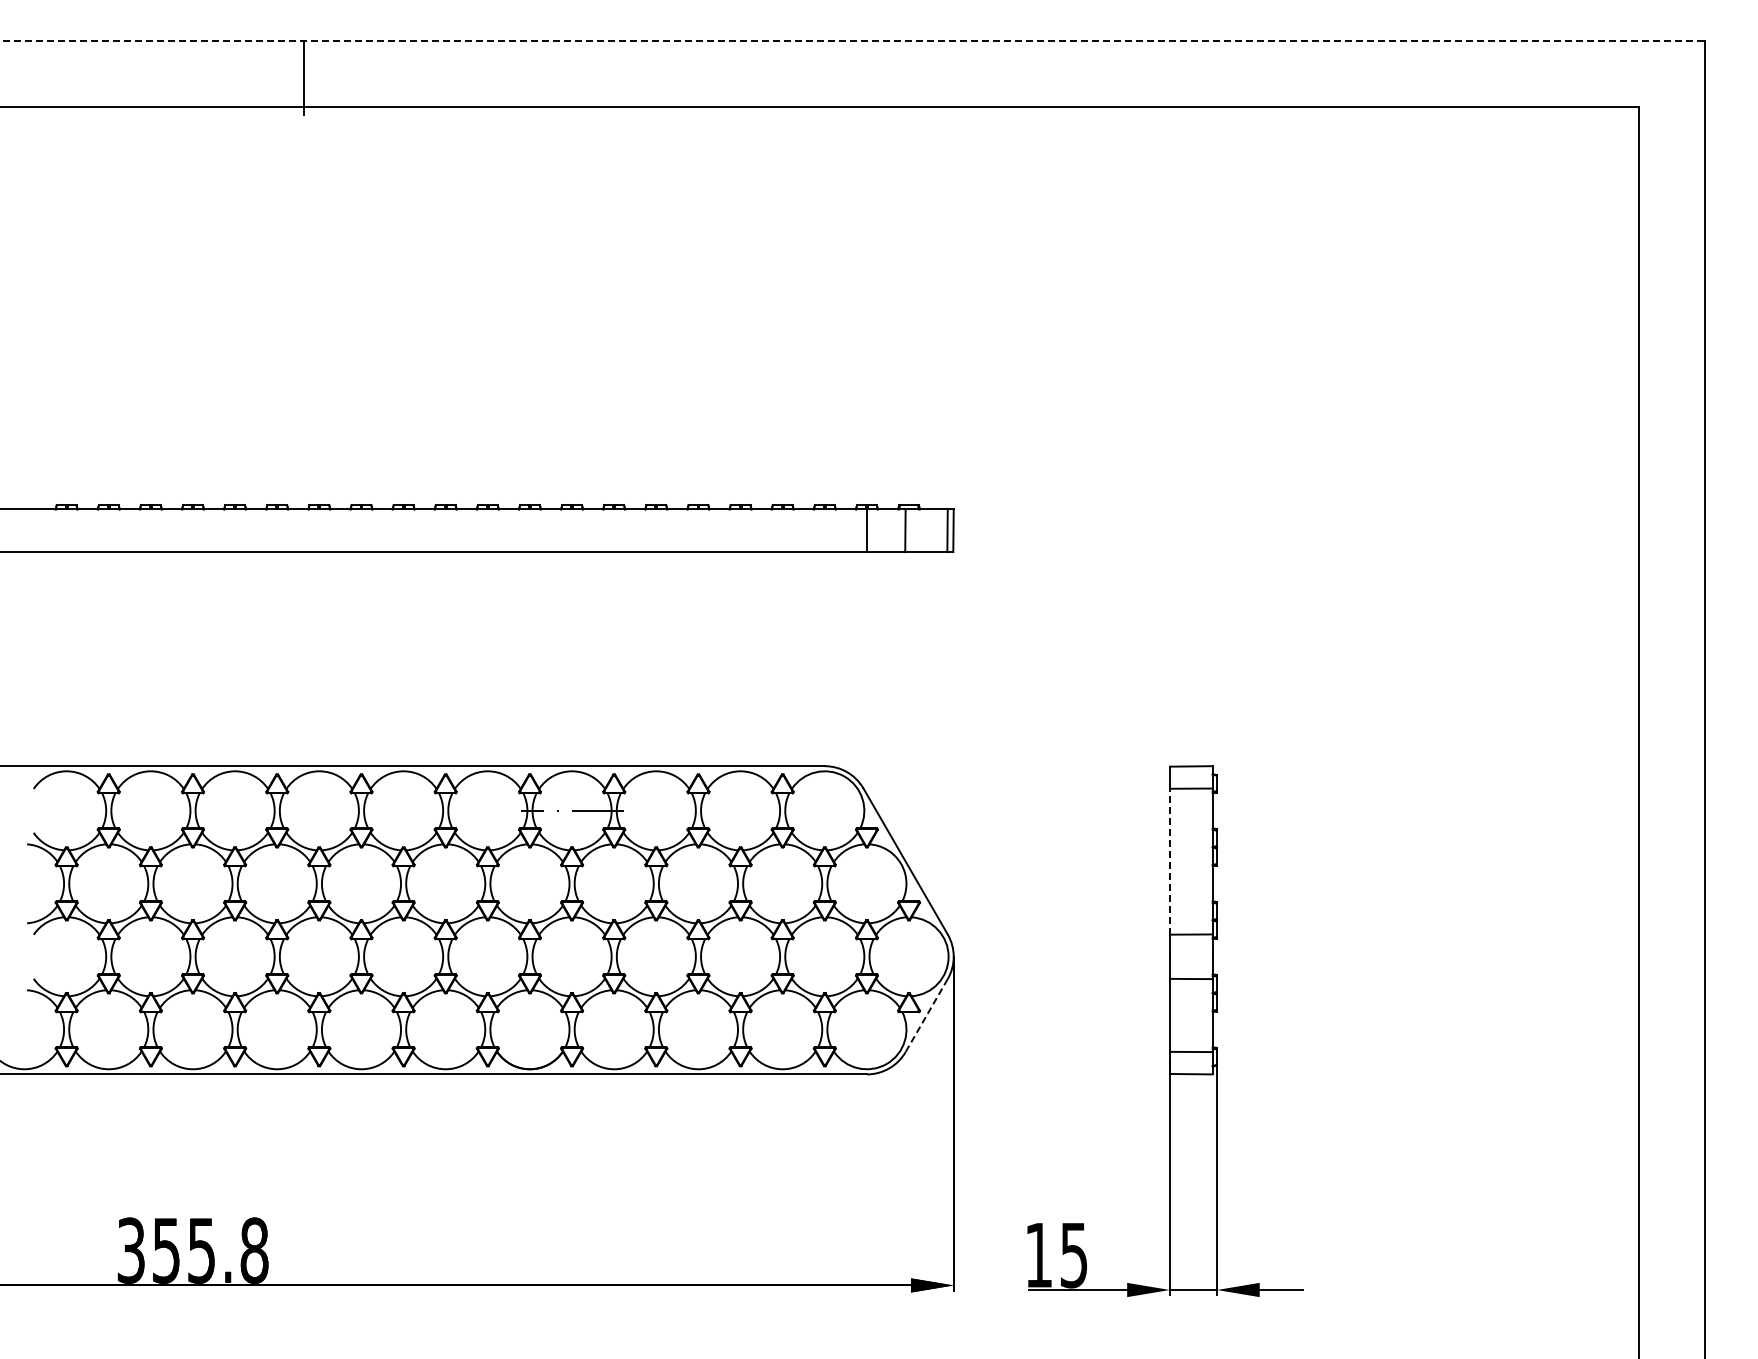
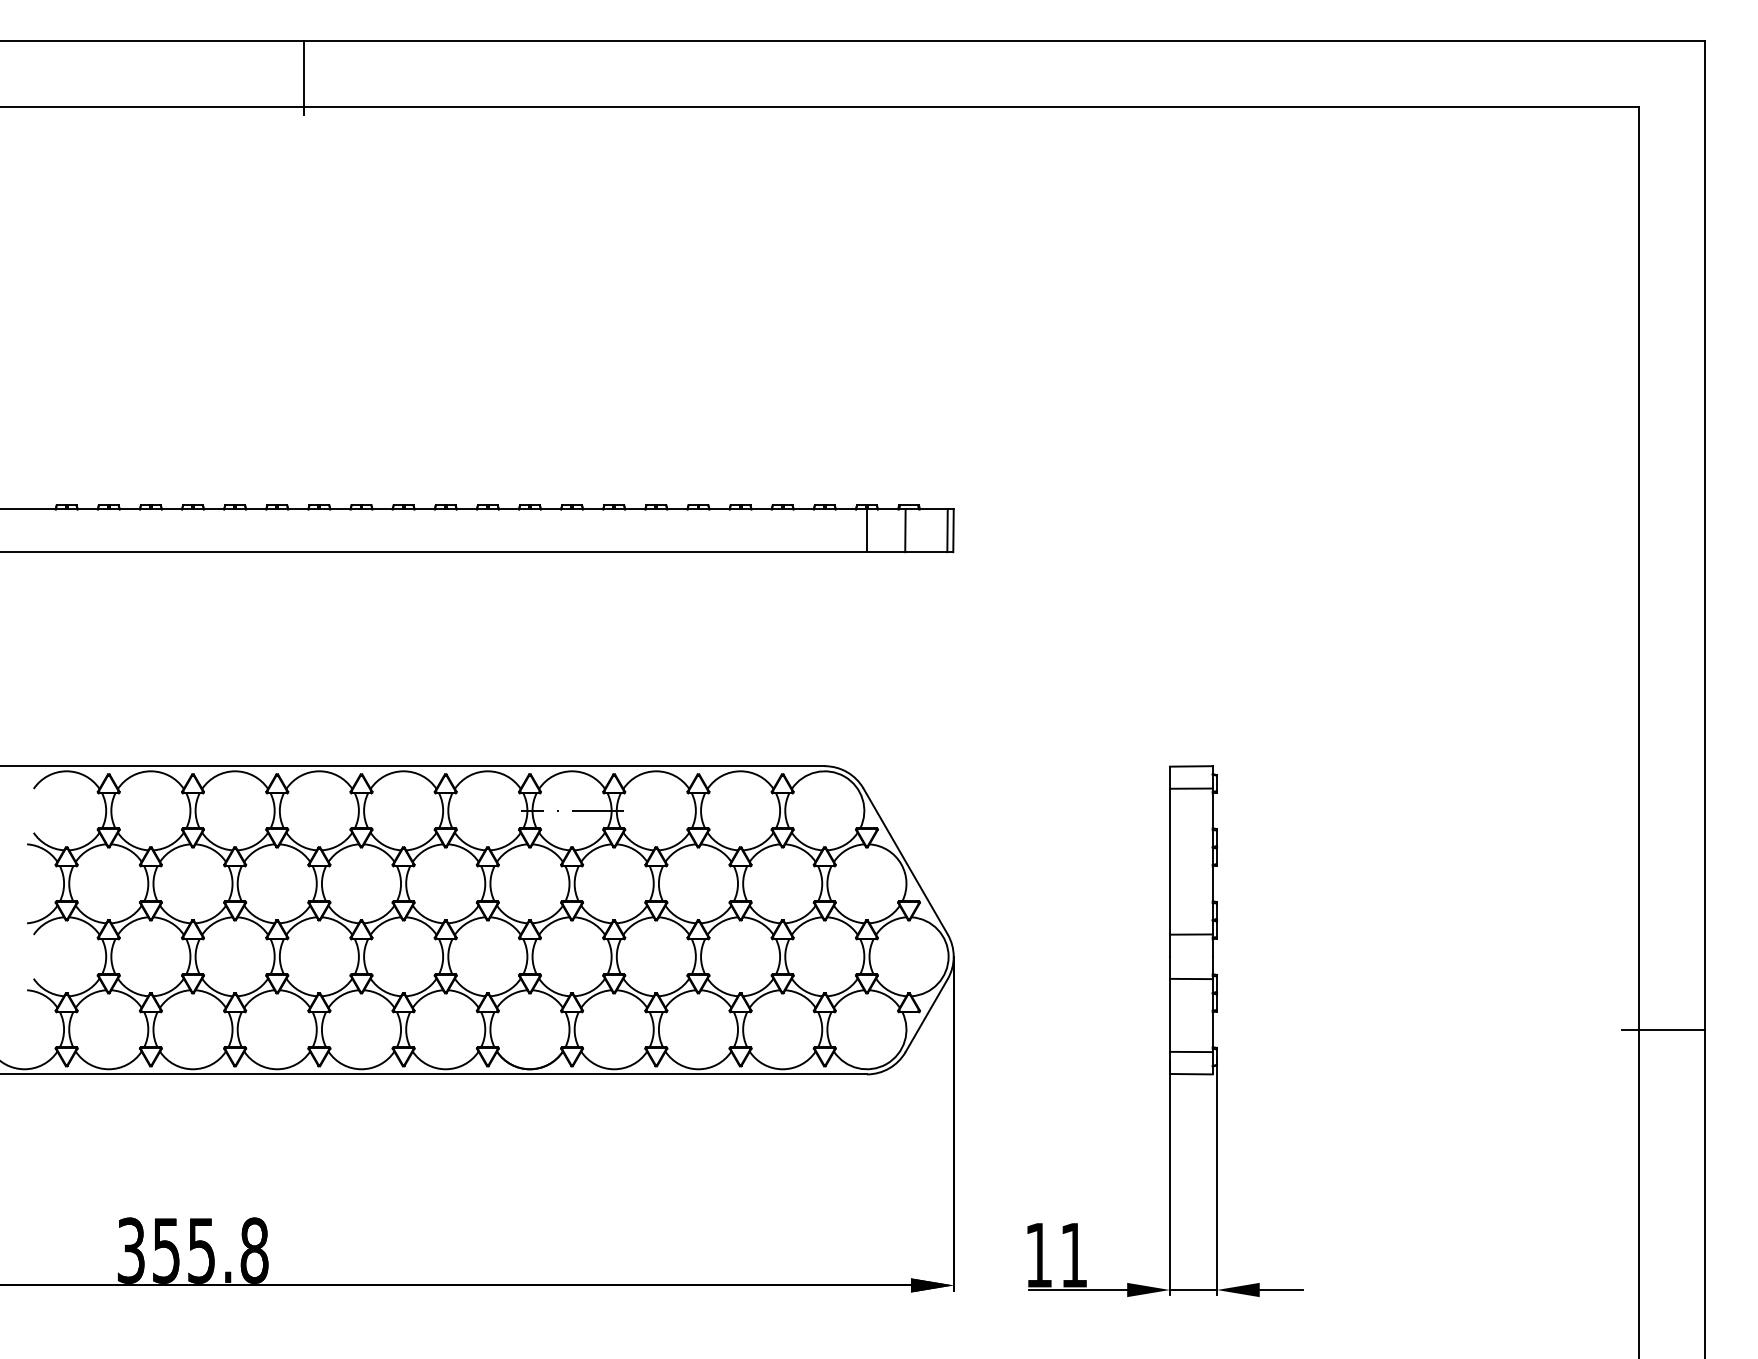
line at (853, 40): dashed -> solid
line at (1169, 861): dashed -> solid
line at (926, 1016): dashed -> solid
line at (1663, 1030): none -> present
text at (1073, 1255): 15 -> 11
